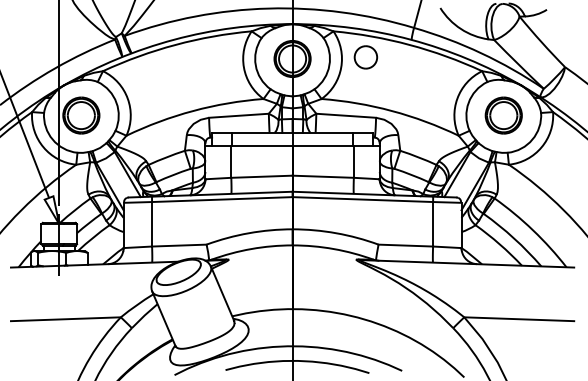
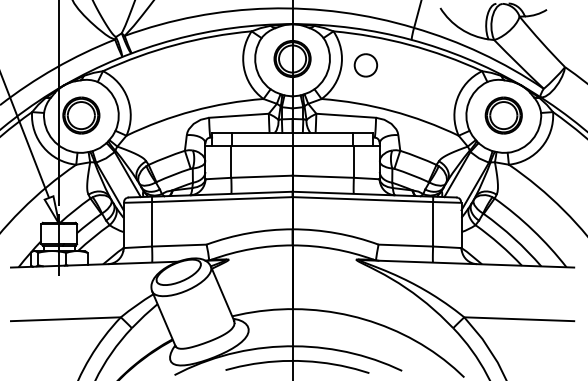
part at (365, 57) position: (365, 57) -> (365, 65)
